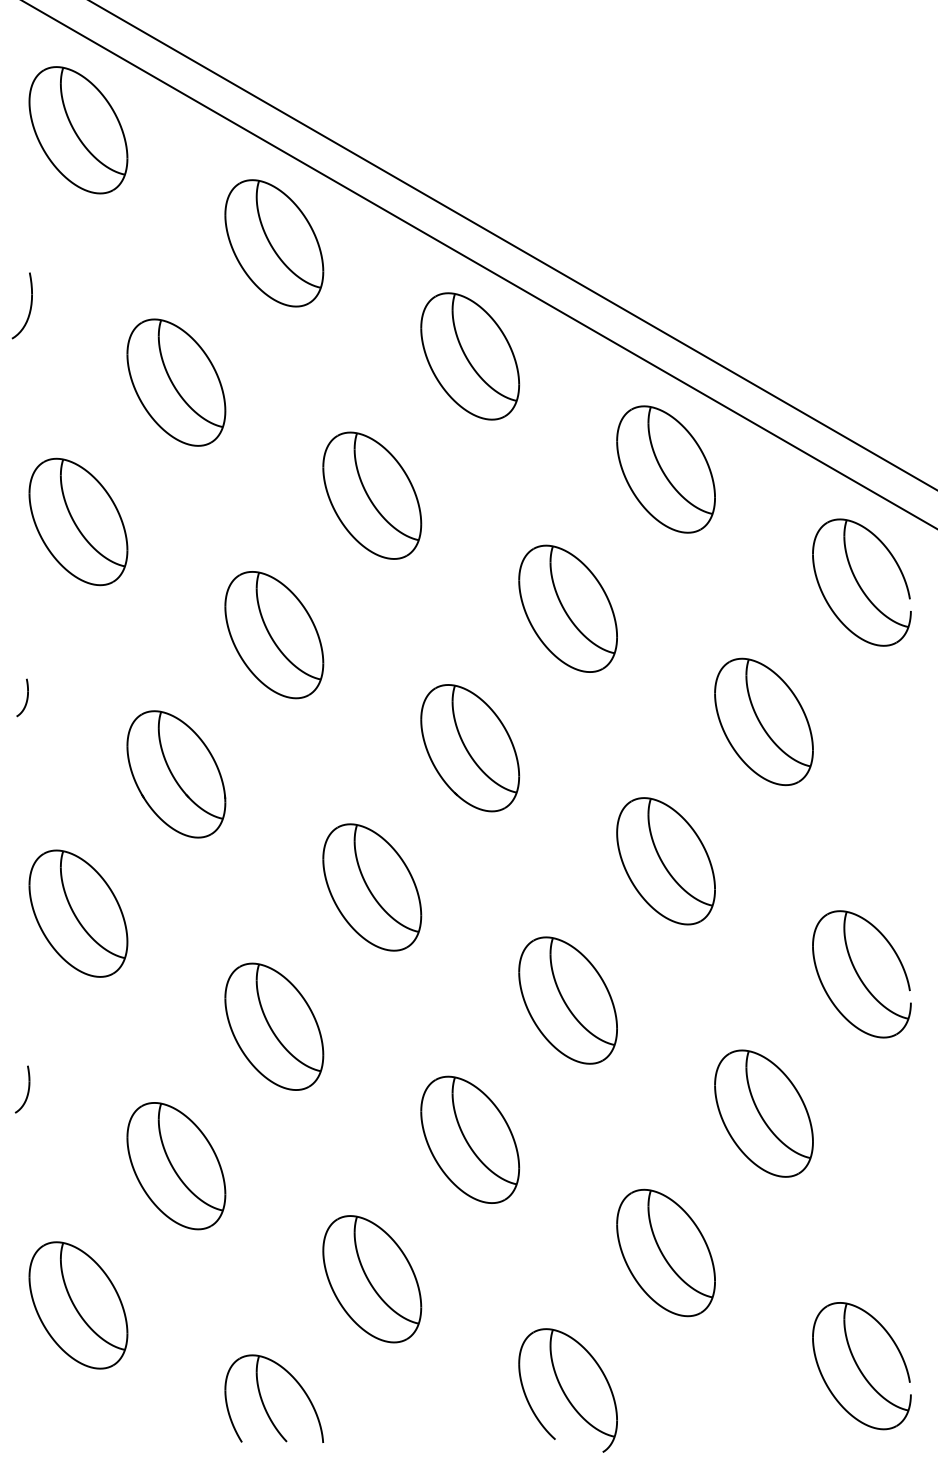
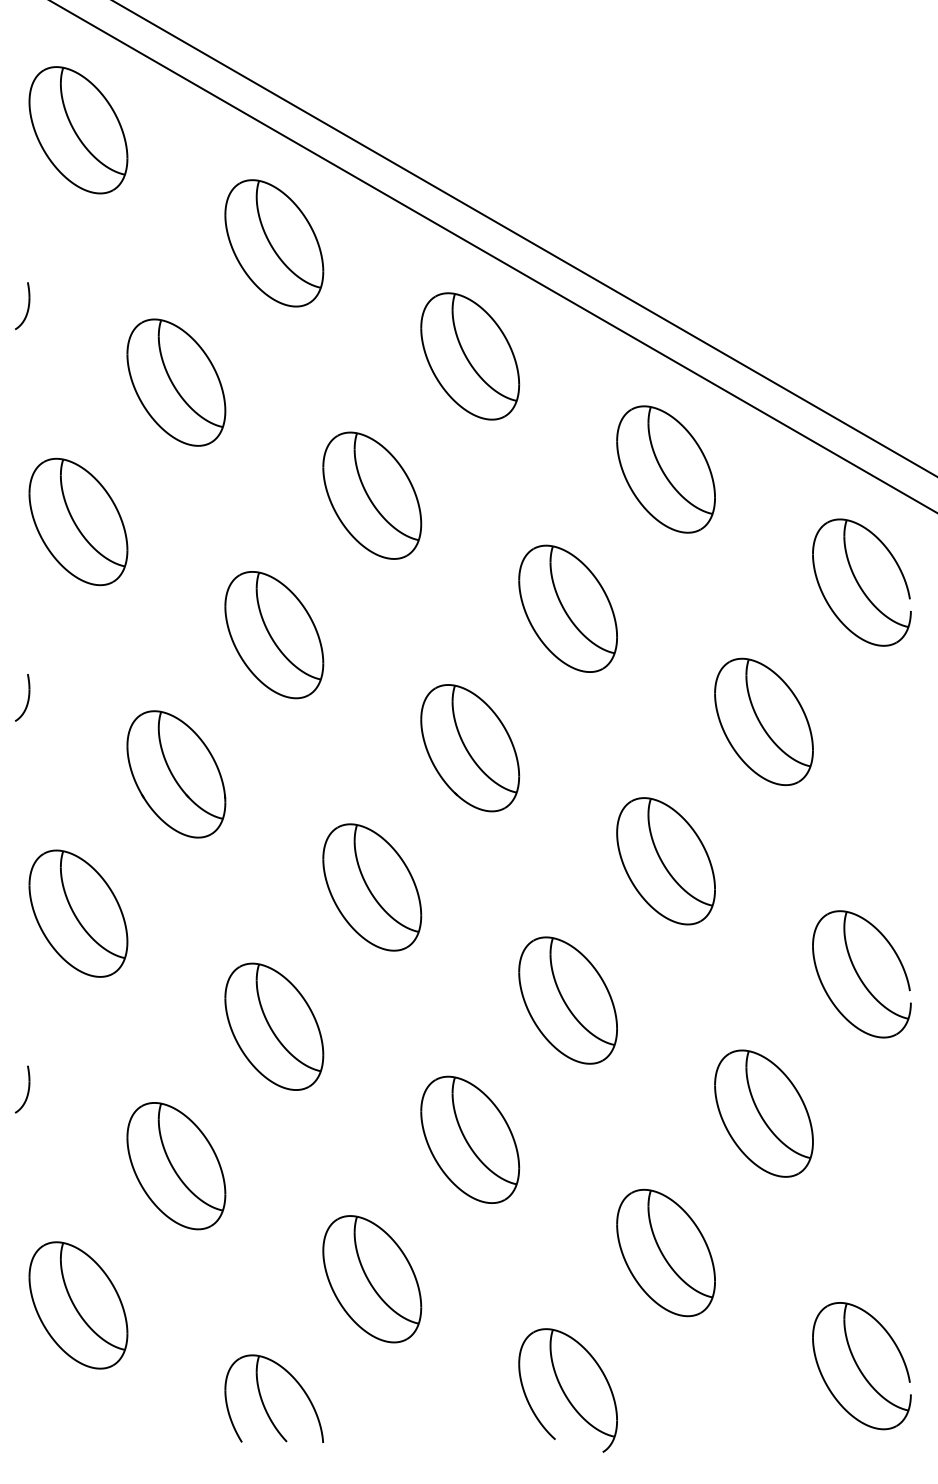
line at (513, 245) position: (513, 245) -> (524, 238)
line at (479, 264) position: (479, 264) -> (493, 256)
part at (21, 305) size: 22x68 px -> 16x49 px
part at (22, 697) size: 13x40 px -> 17x48 px
